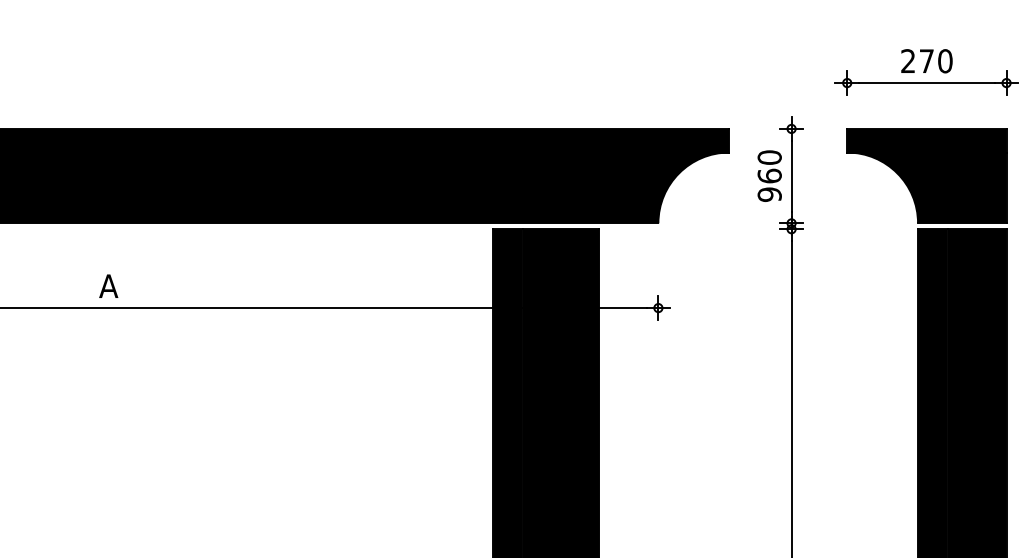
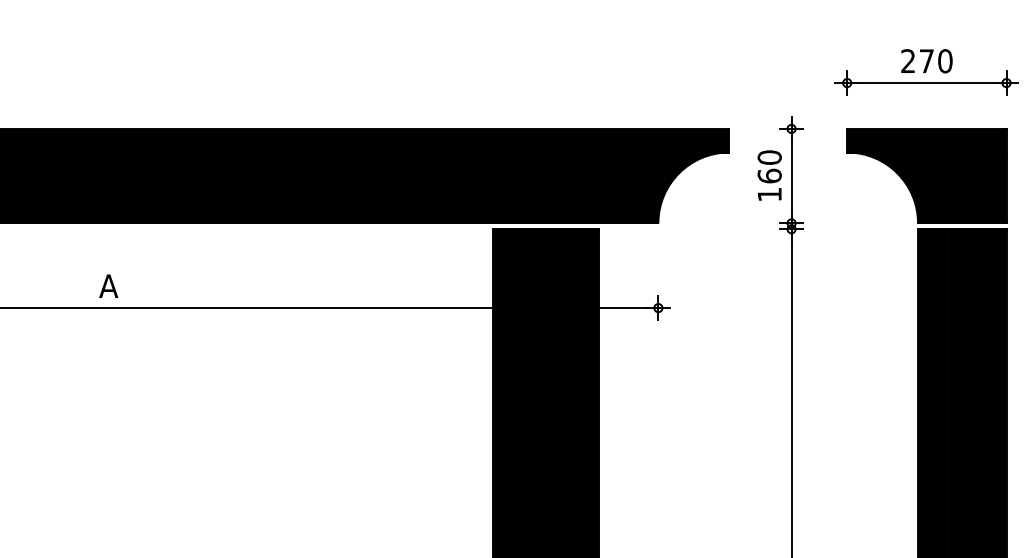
text at (769, 194): 960 -> 160
